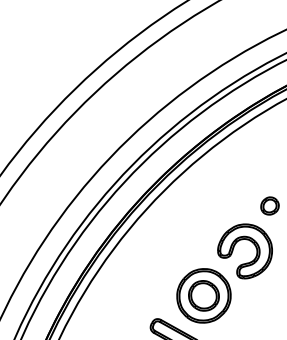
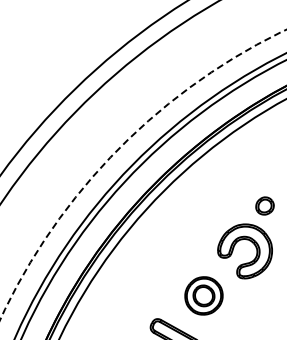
arc at (118, 149): solid -> dashed
part at (269, 205) position: (269, 205) -> (264, 205)
part at (203, 295) size: 56x56 px -> 40x40 px
